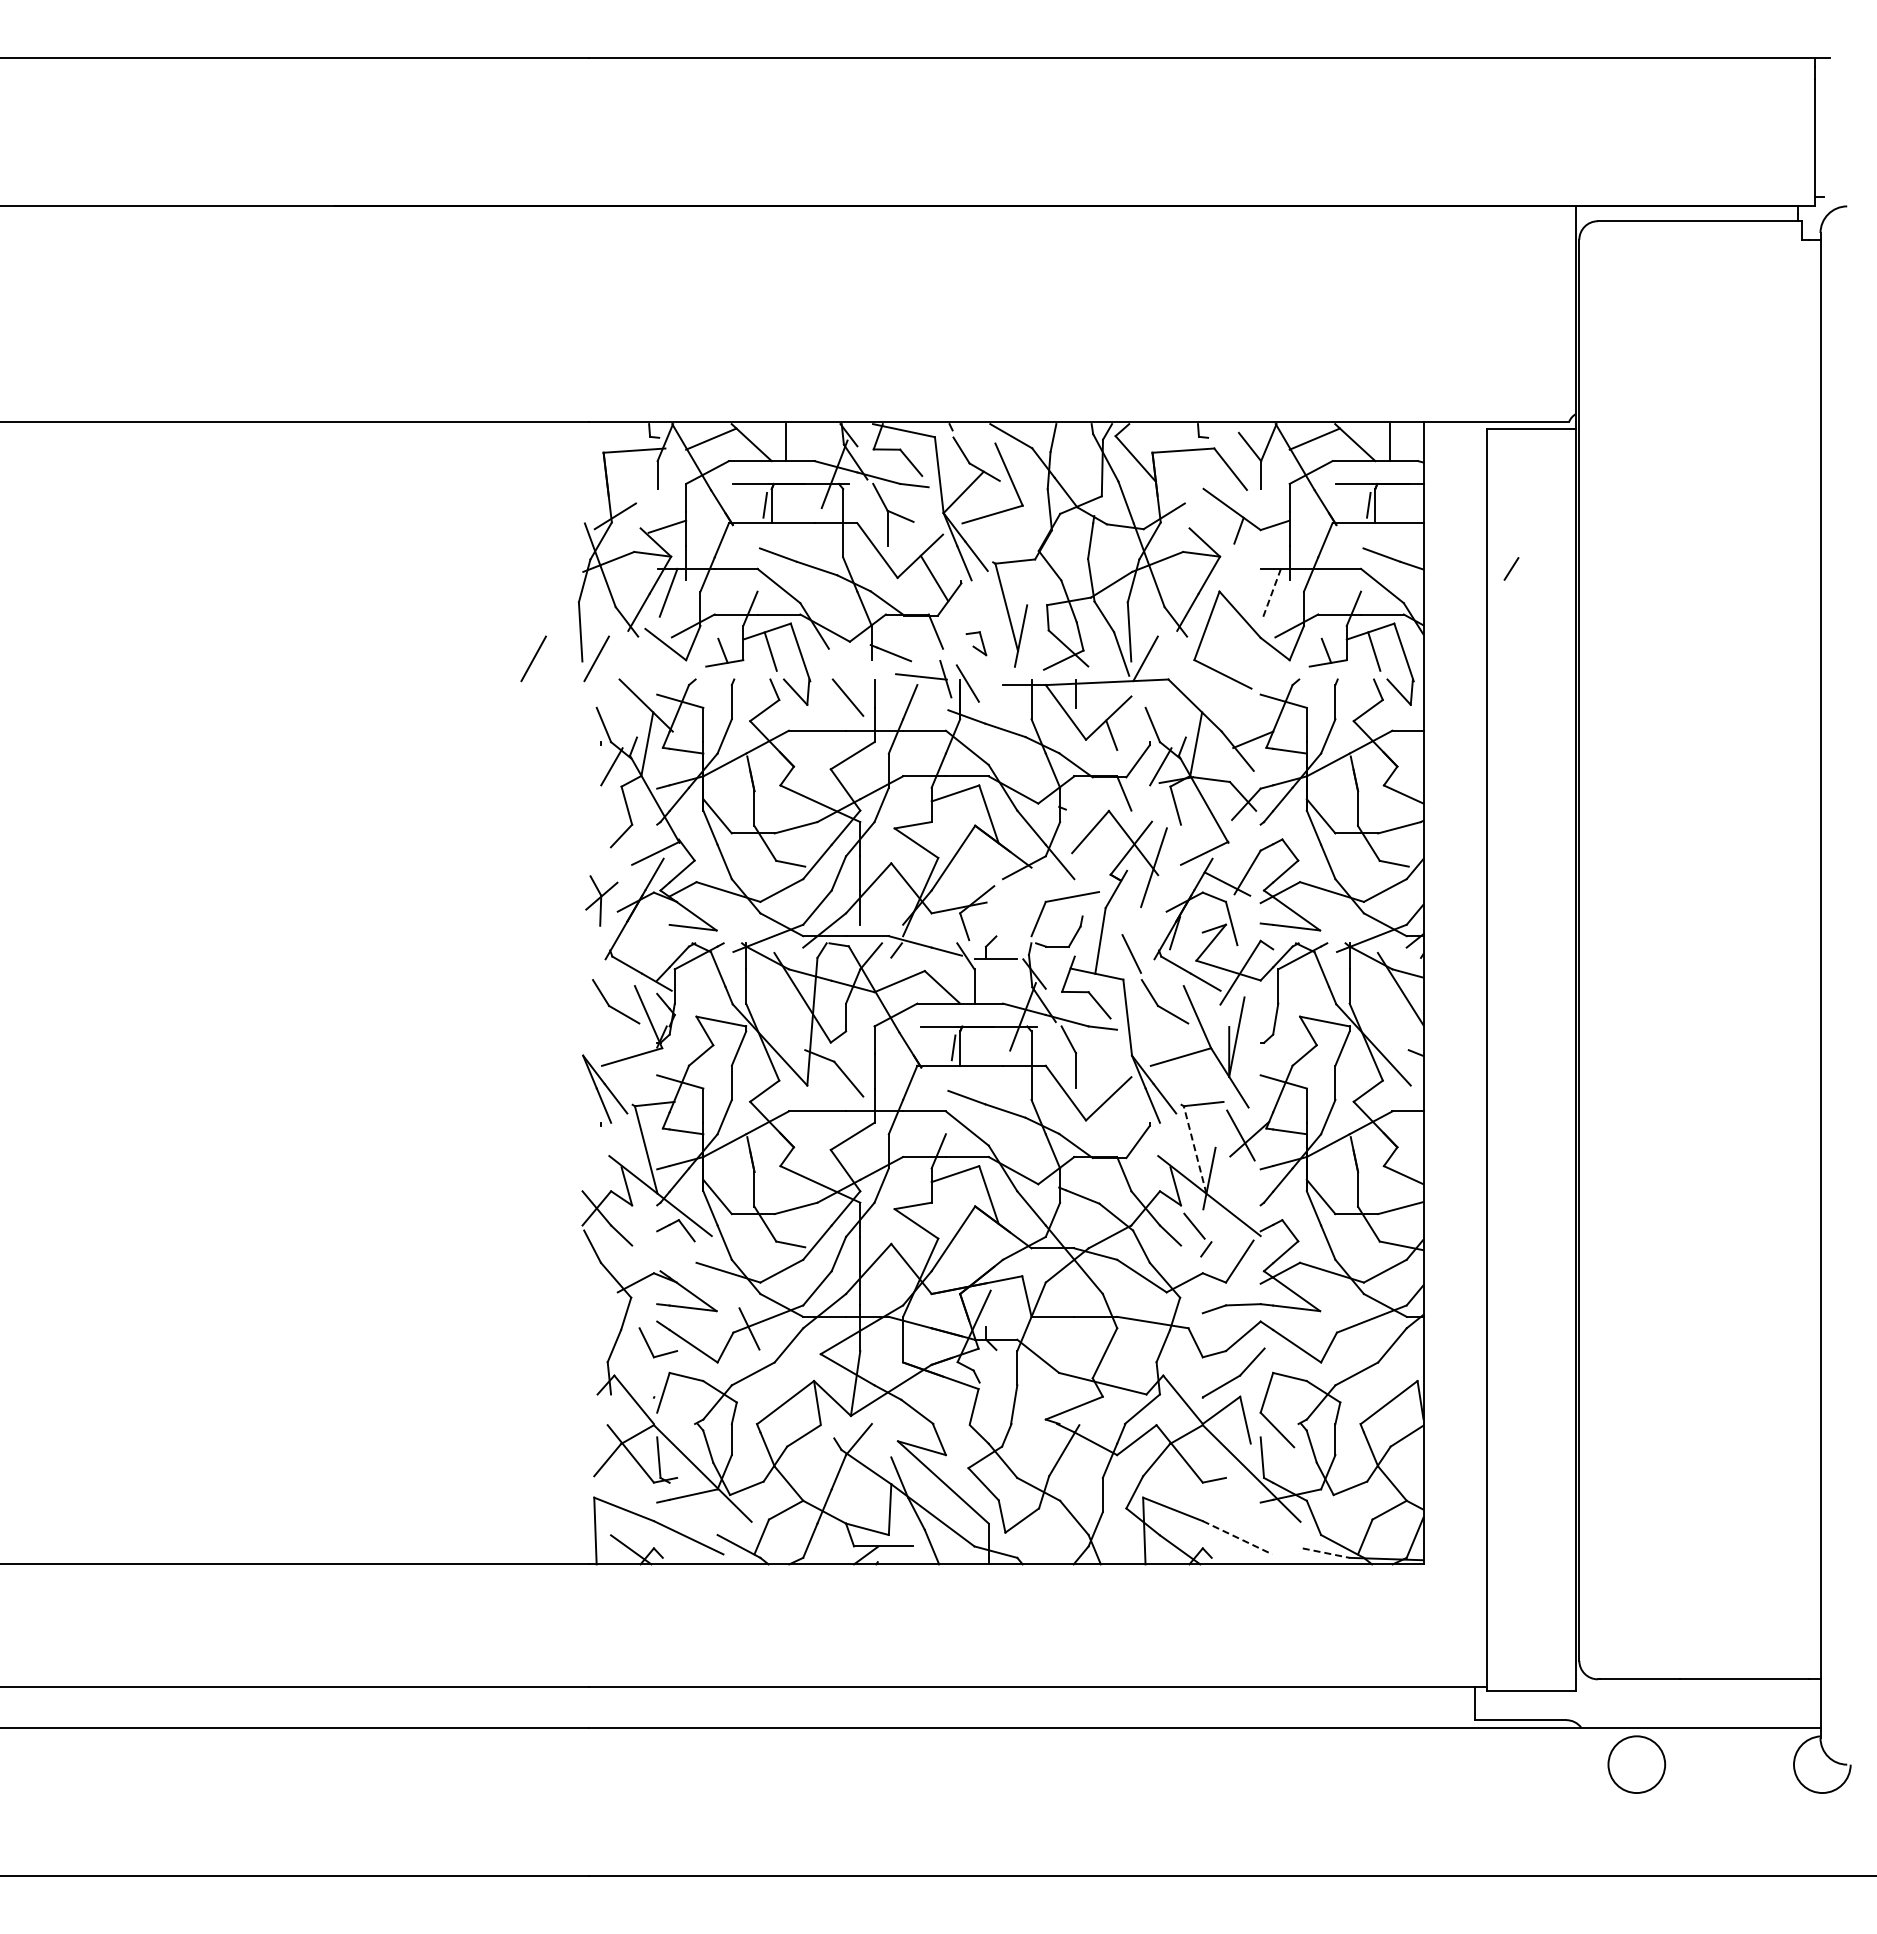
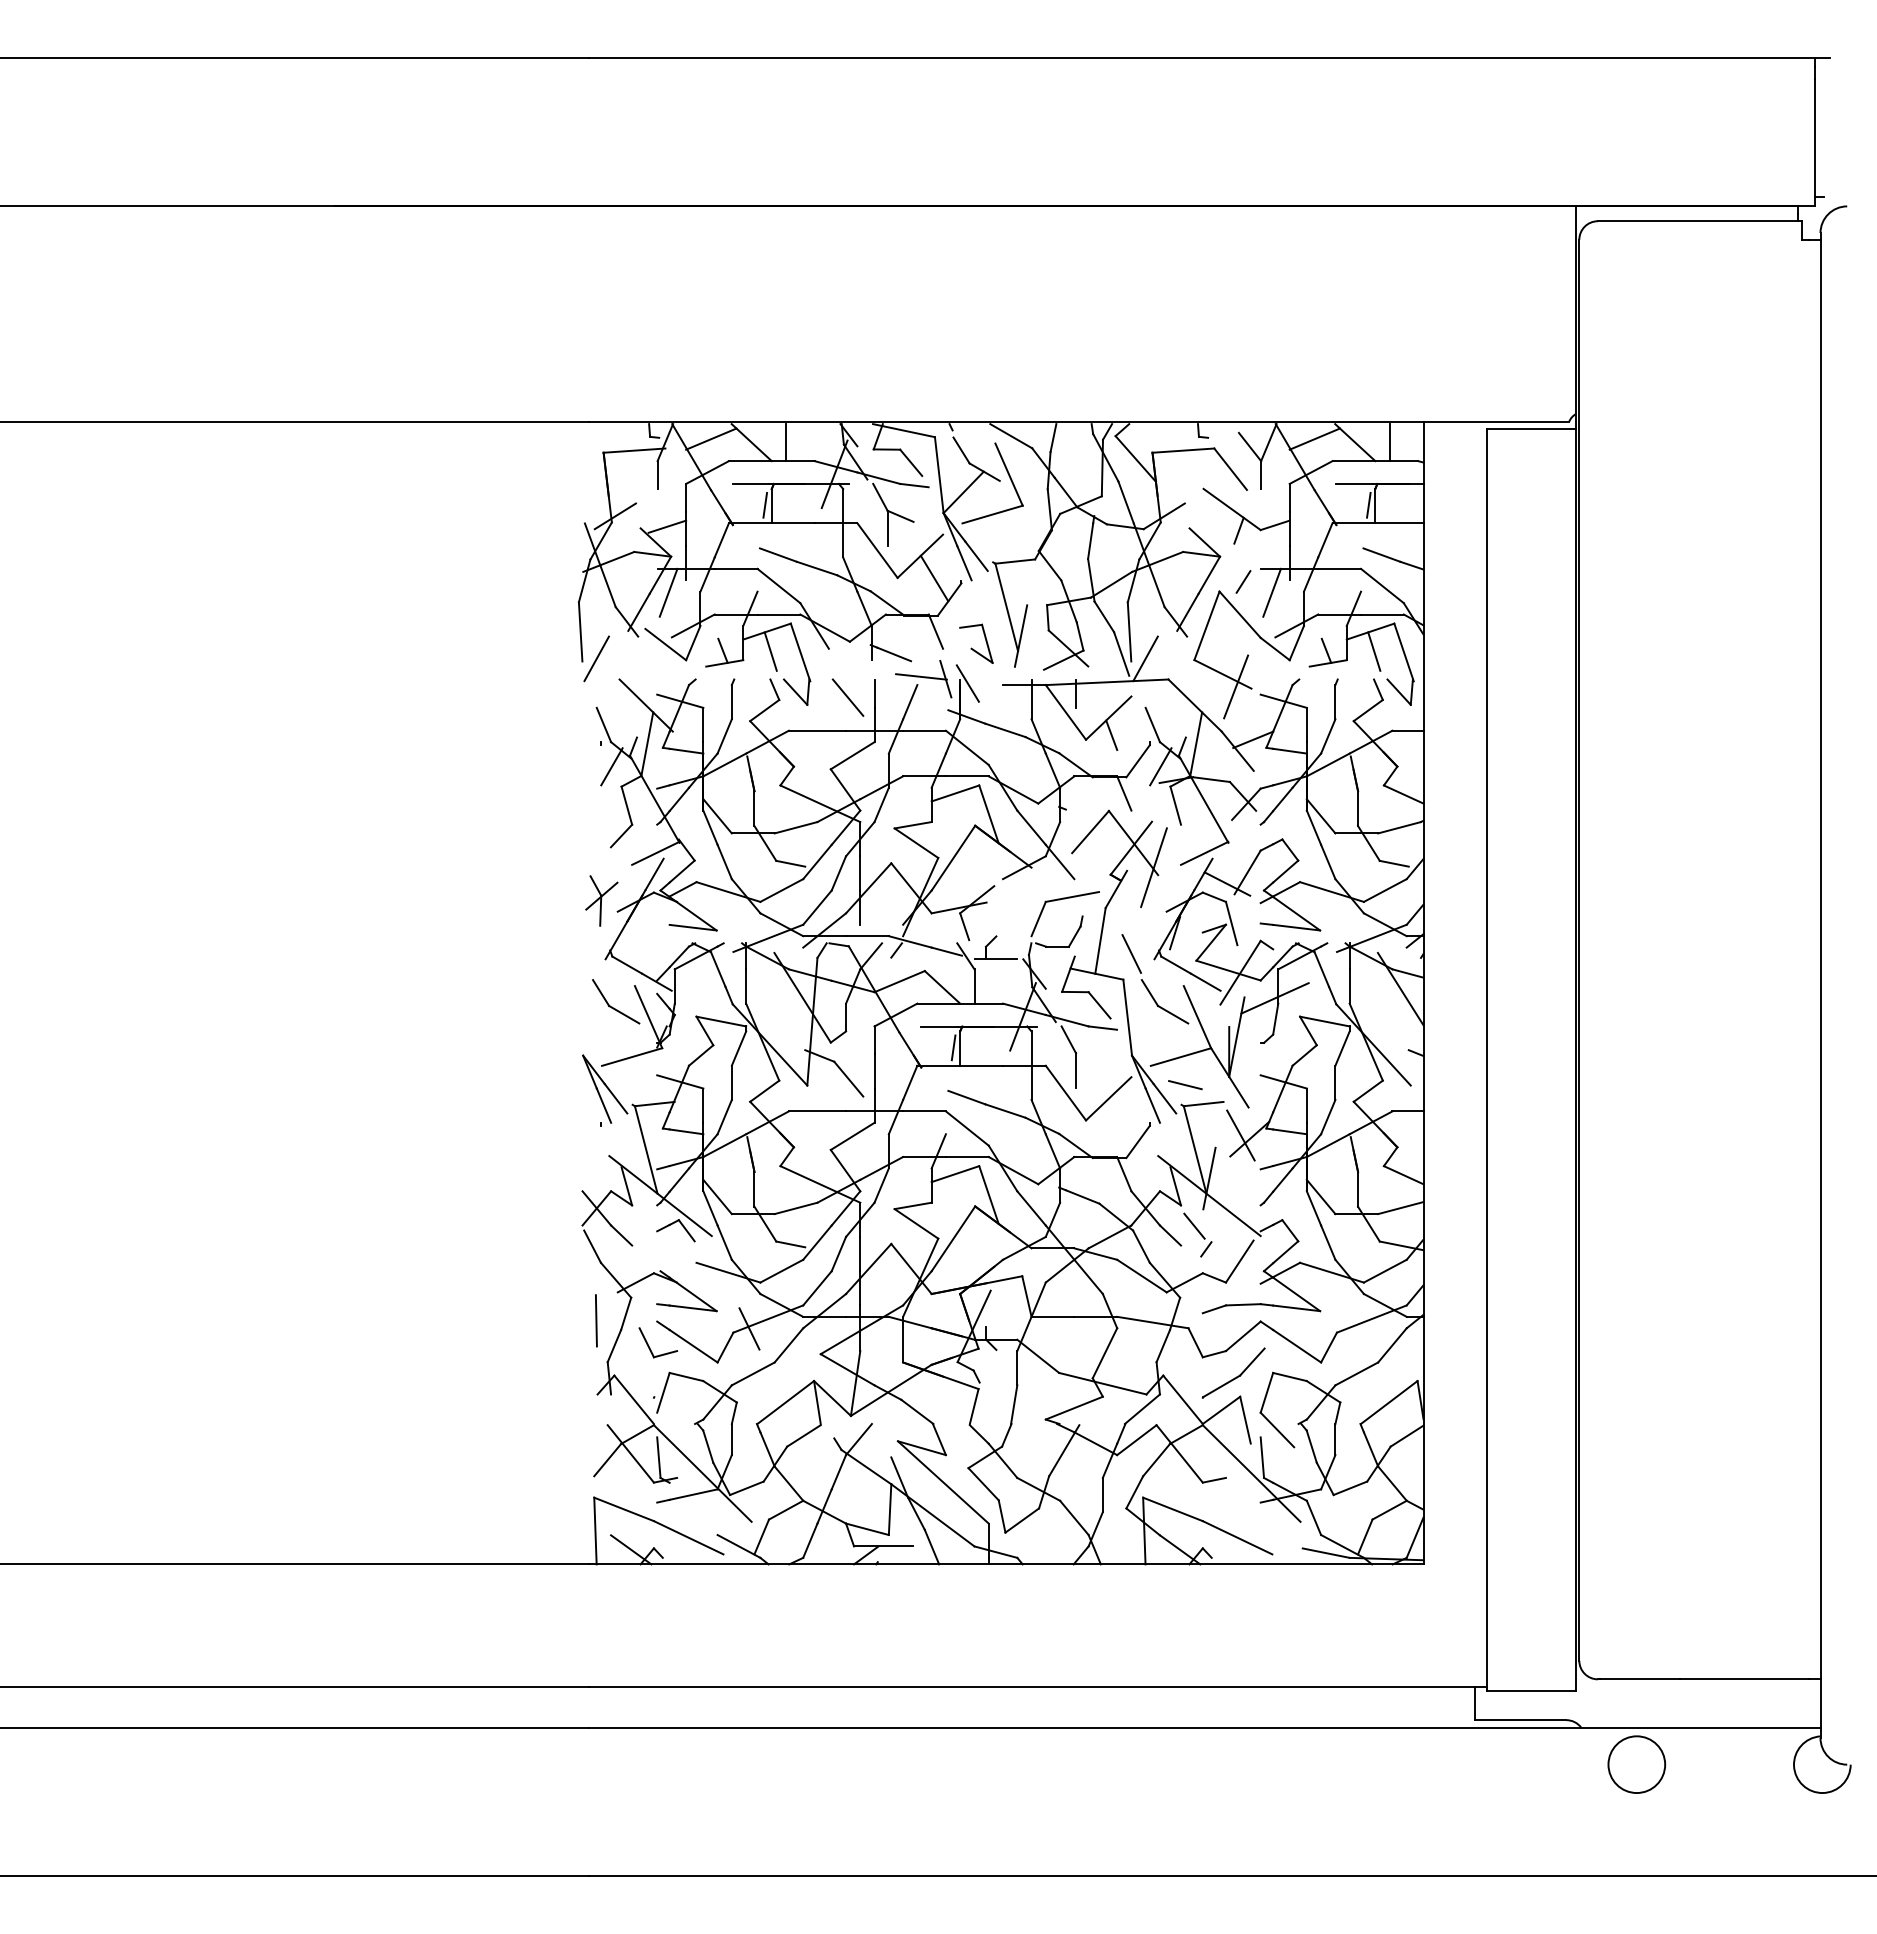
line at (1511, 568) position: (1511, 568) -> (1243, 581)
line at (1272, 592): dashed -> solid
part at (976, 643) size: 23x26 px -> 35x41 px
line at (533, 658): present -> none
line at (1236, 686): none -> present
line at (1274, 998): none -> present
line at (1185, 1085): none -> present
line at (1195, 1149): dashed -> solid
line at (595, 1320): none -> present
line at (1237, 1537): dashed -> solid
line at (1326, 1553): dashed -> solid
